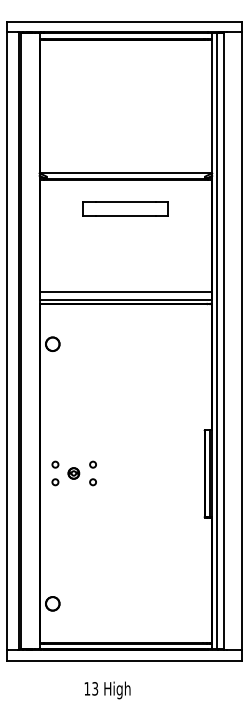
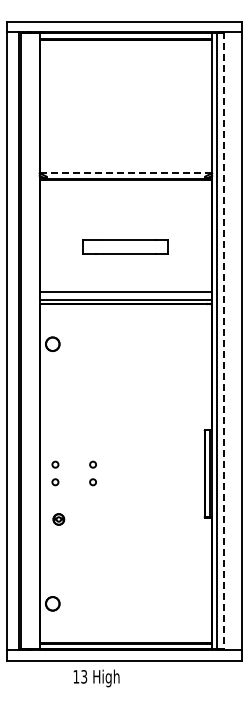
line at (126, 173): solid -> dashed
part at (125, 208) position: (125, 208) -> (125, 246)
line at (224, 341): solid -> dashed
part at (73, 473) position: (73, 473) -> (58, 519)
text at (107, 690) position: (107, 690) -> (96, 678)
